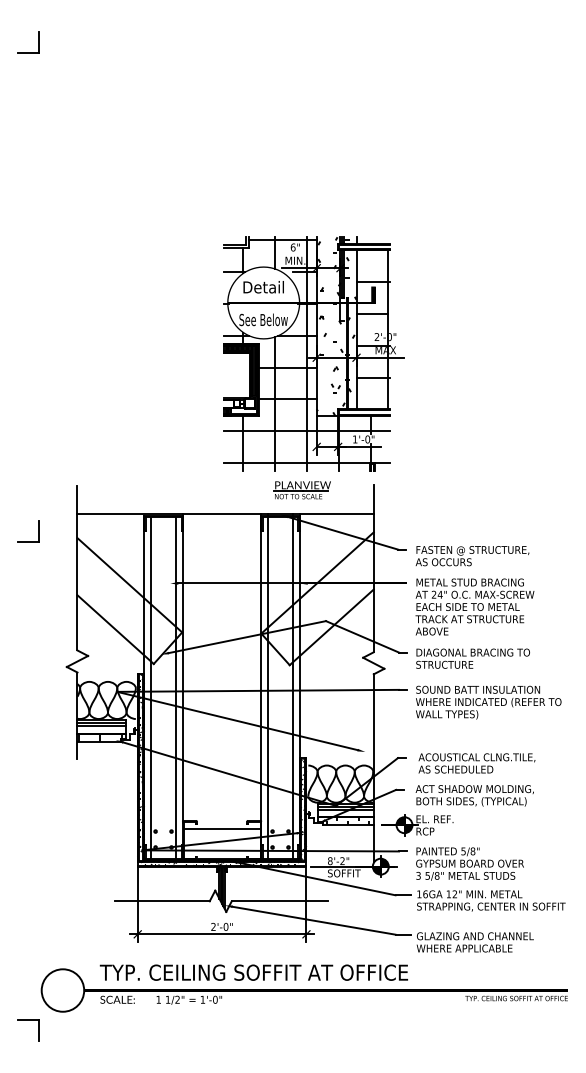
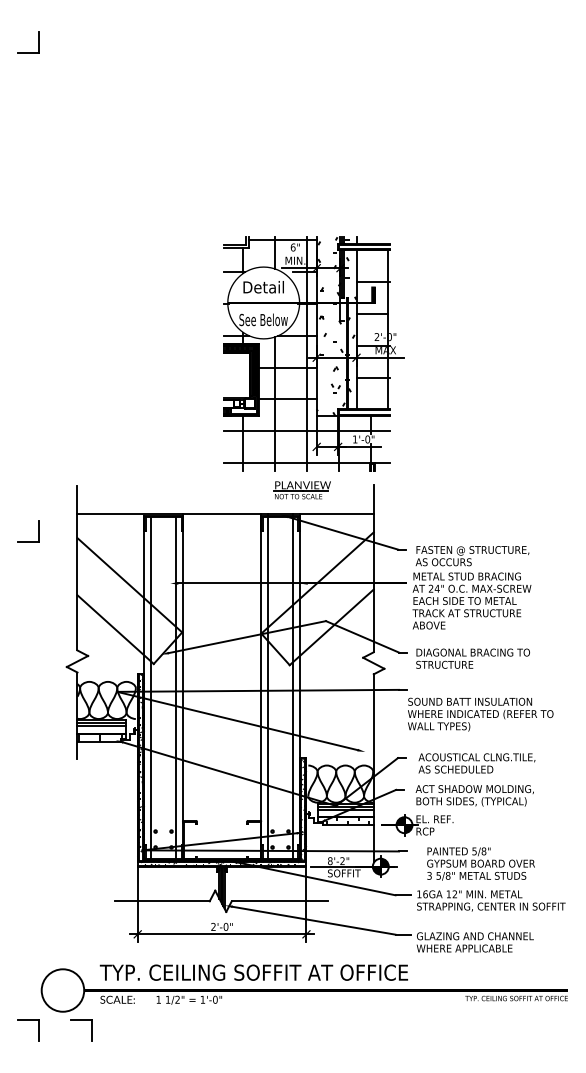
text at (474, 606) position: (474, 606) -> (471, 600)
text at (488, 702) position: (488, 702) -> (480, 714)
line at (222, 828): present -> none
text at (469, 863) position: (469, 863) -> (480, 863)
part at (81, 1020): none -> present
